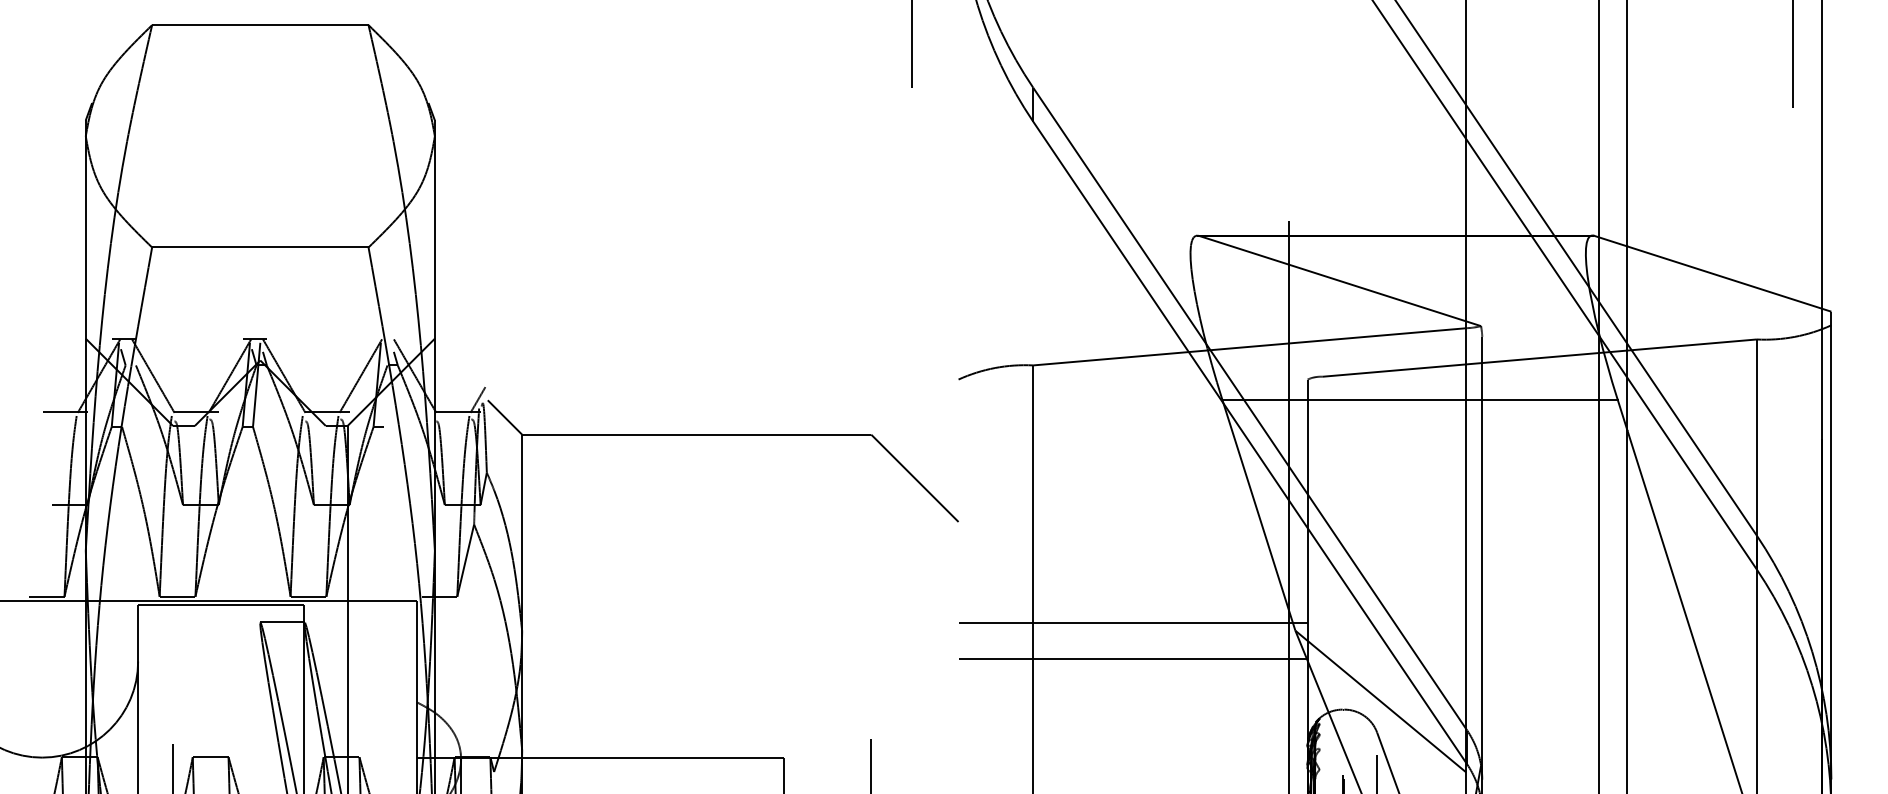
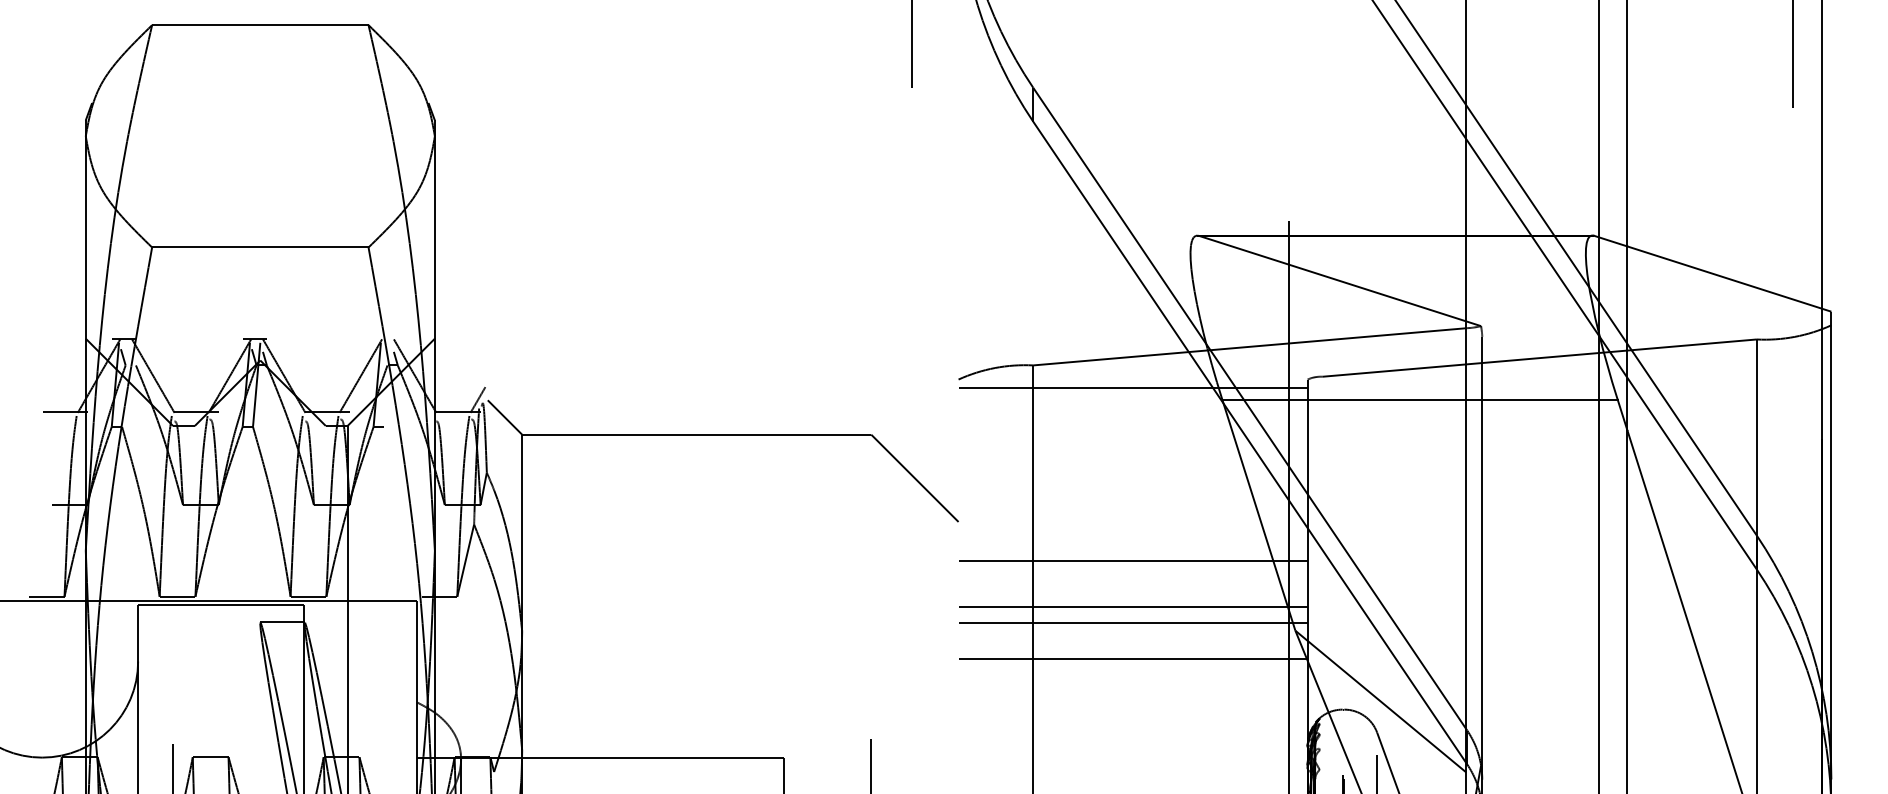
line at (1132, 387): none -> present
line at (1132, 560): none -> present
line at (1132, 606): none -> present
